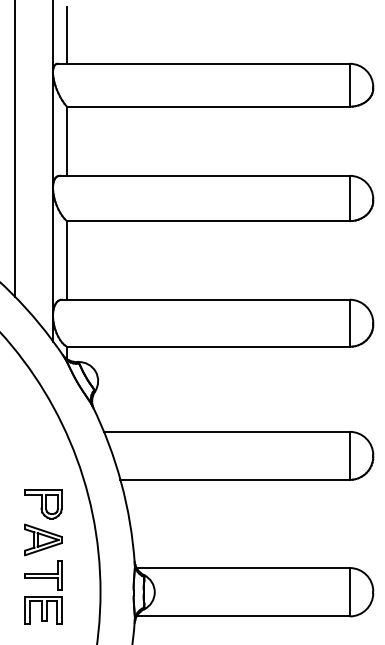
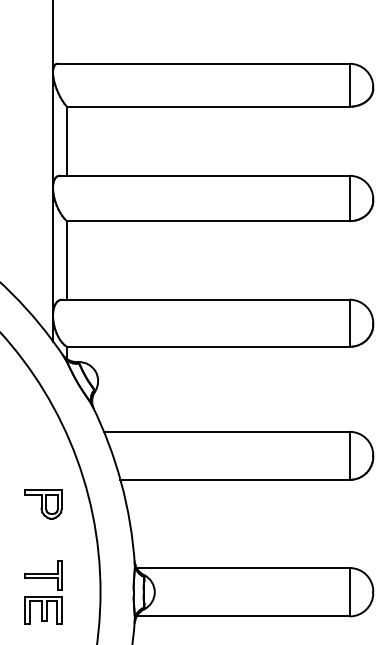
line at (66, 35): present -> none
line at (15, 149): present -> none
part at (43, 539): present -> none
